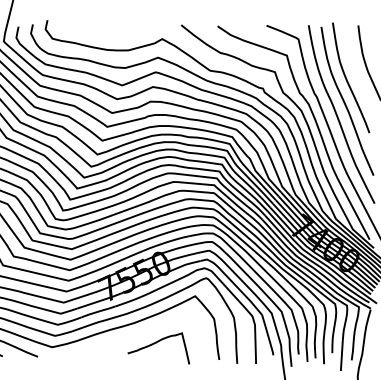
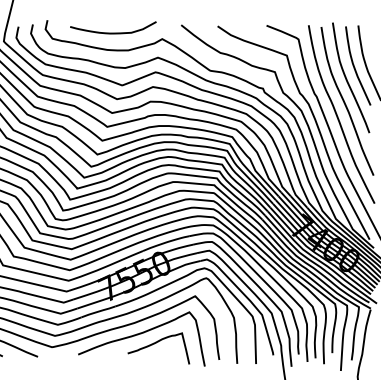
curve at (113, 32): none -> present
curve at (355, 67): none -> present
curve at (141, 334): none -> present
